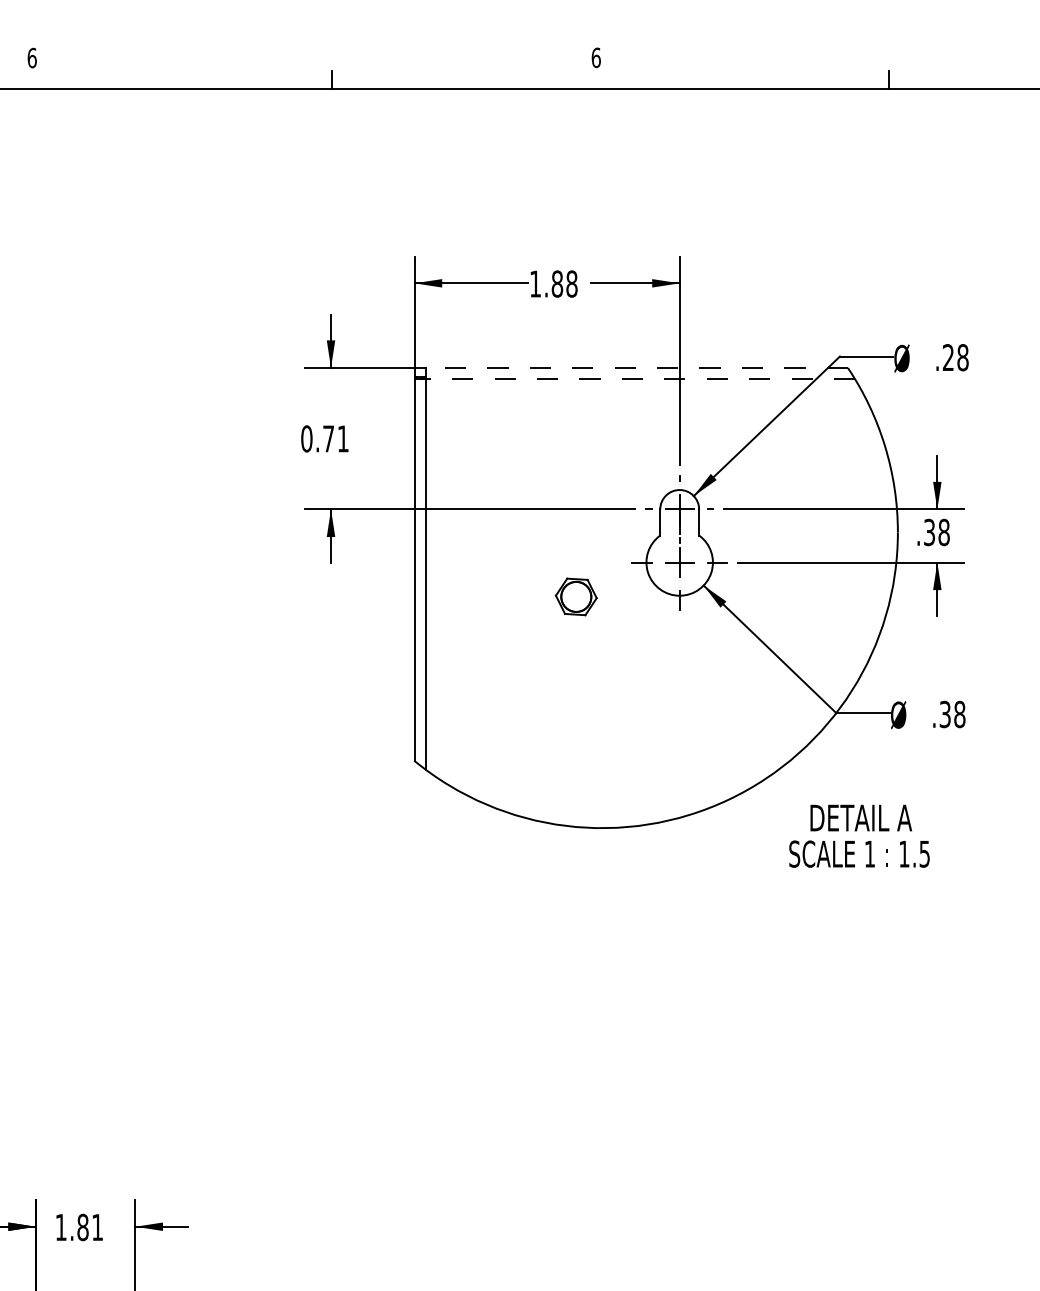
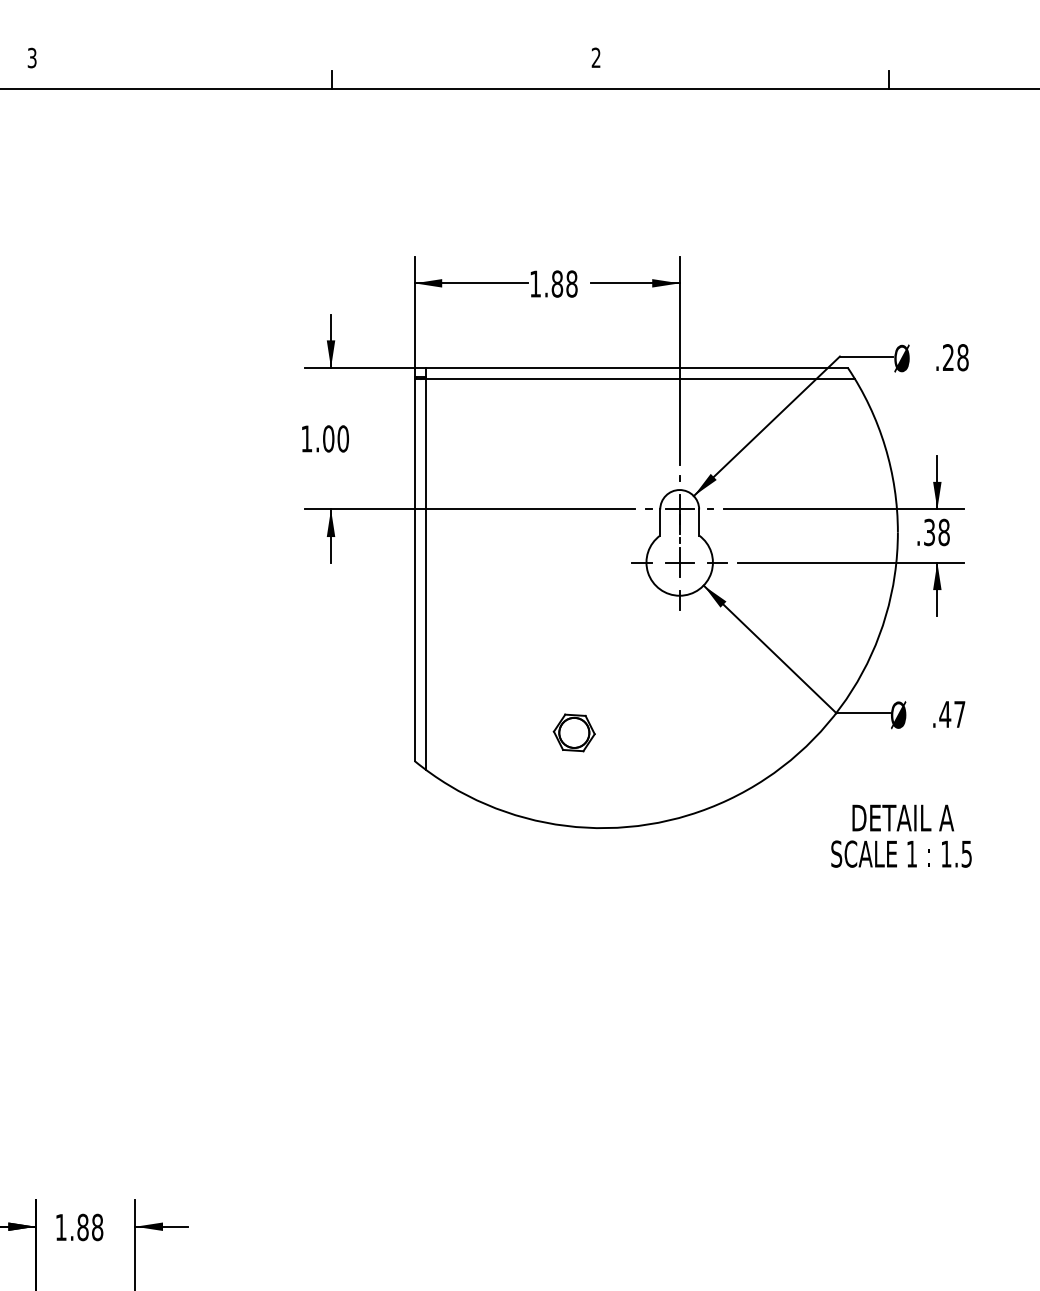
text at (31, 57): 6 -> 3
text at (595, 57): 6 -> 2
line at (636, 368): dashed -> solid
line at (640, 379): dashed -> solid
text at (324, 438): 0.71 -> 1.00
part at (575, 596) position: (575, 596) -> (573, 732)
text at (952, 714): .38 -> .47
text at (859, 835) position: (859, 835) -> (901, 835)
text at (97, 1227): 1.81 -> 1.88
